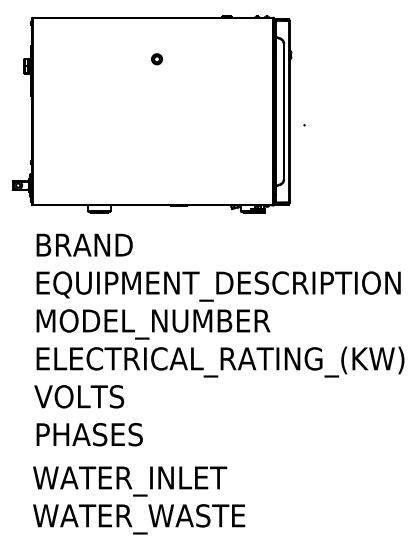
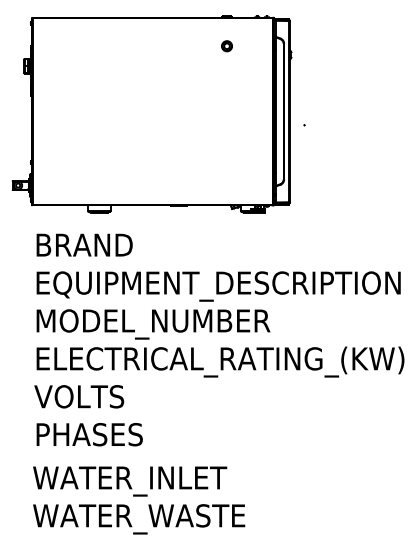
part at (156, 59) position: (156, 59) -> (226, 46)
